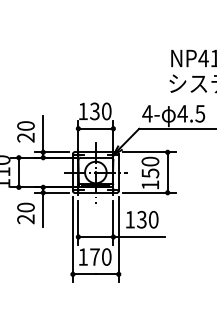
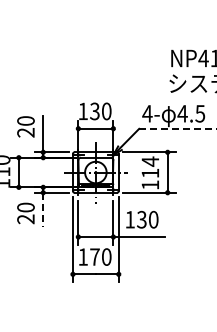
line at (178, 128): solid -> dashed
text at (25, 131) position: (25, 131) -> (25, 126)
text at (150, 167): 150 -> 114
line at (43, 209): solid -> dashed
